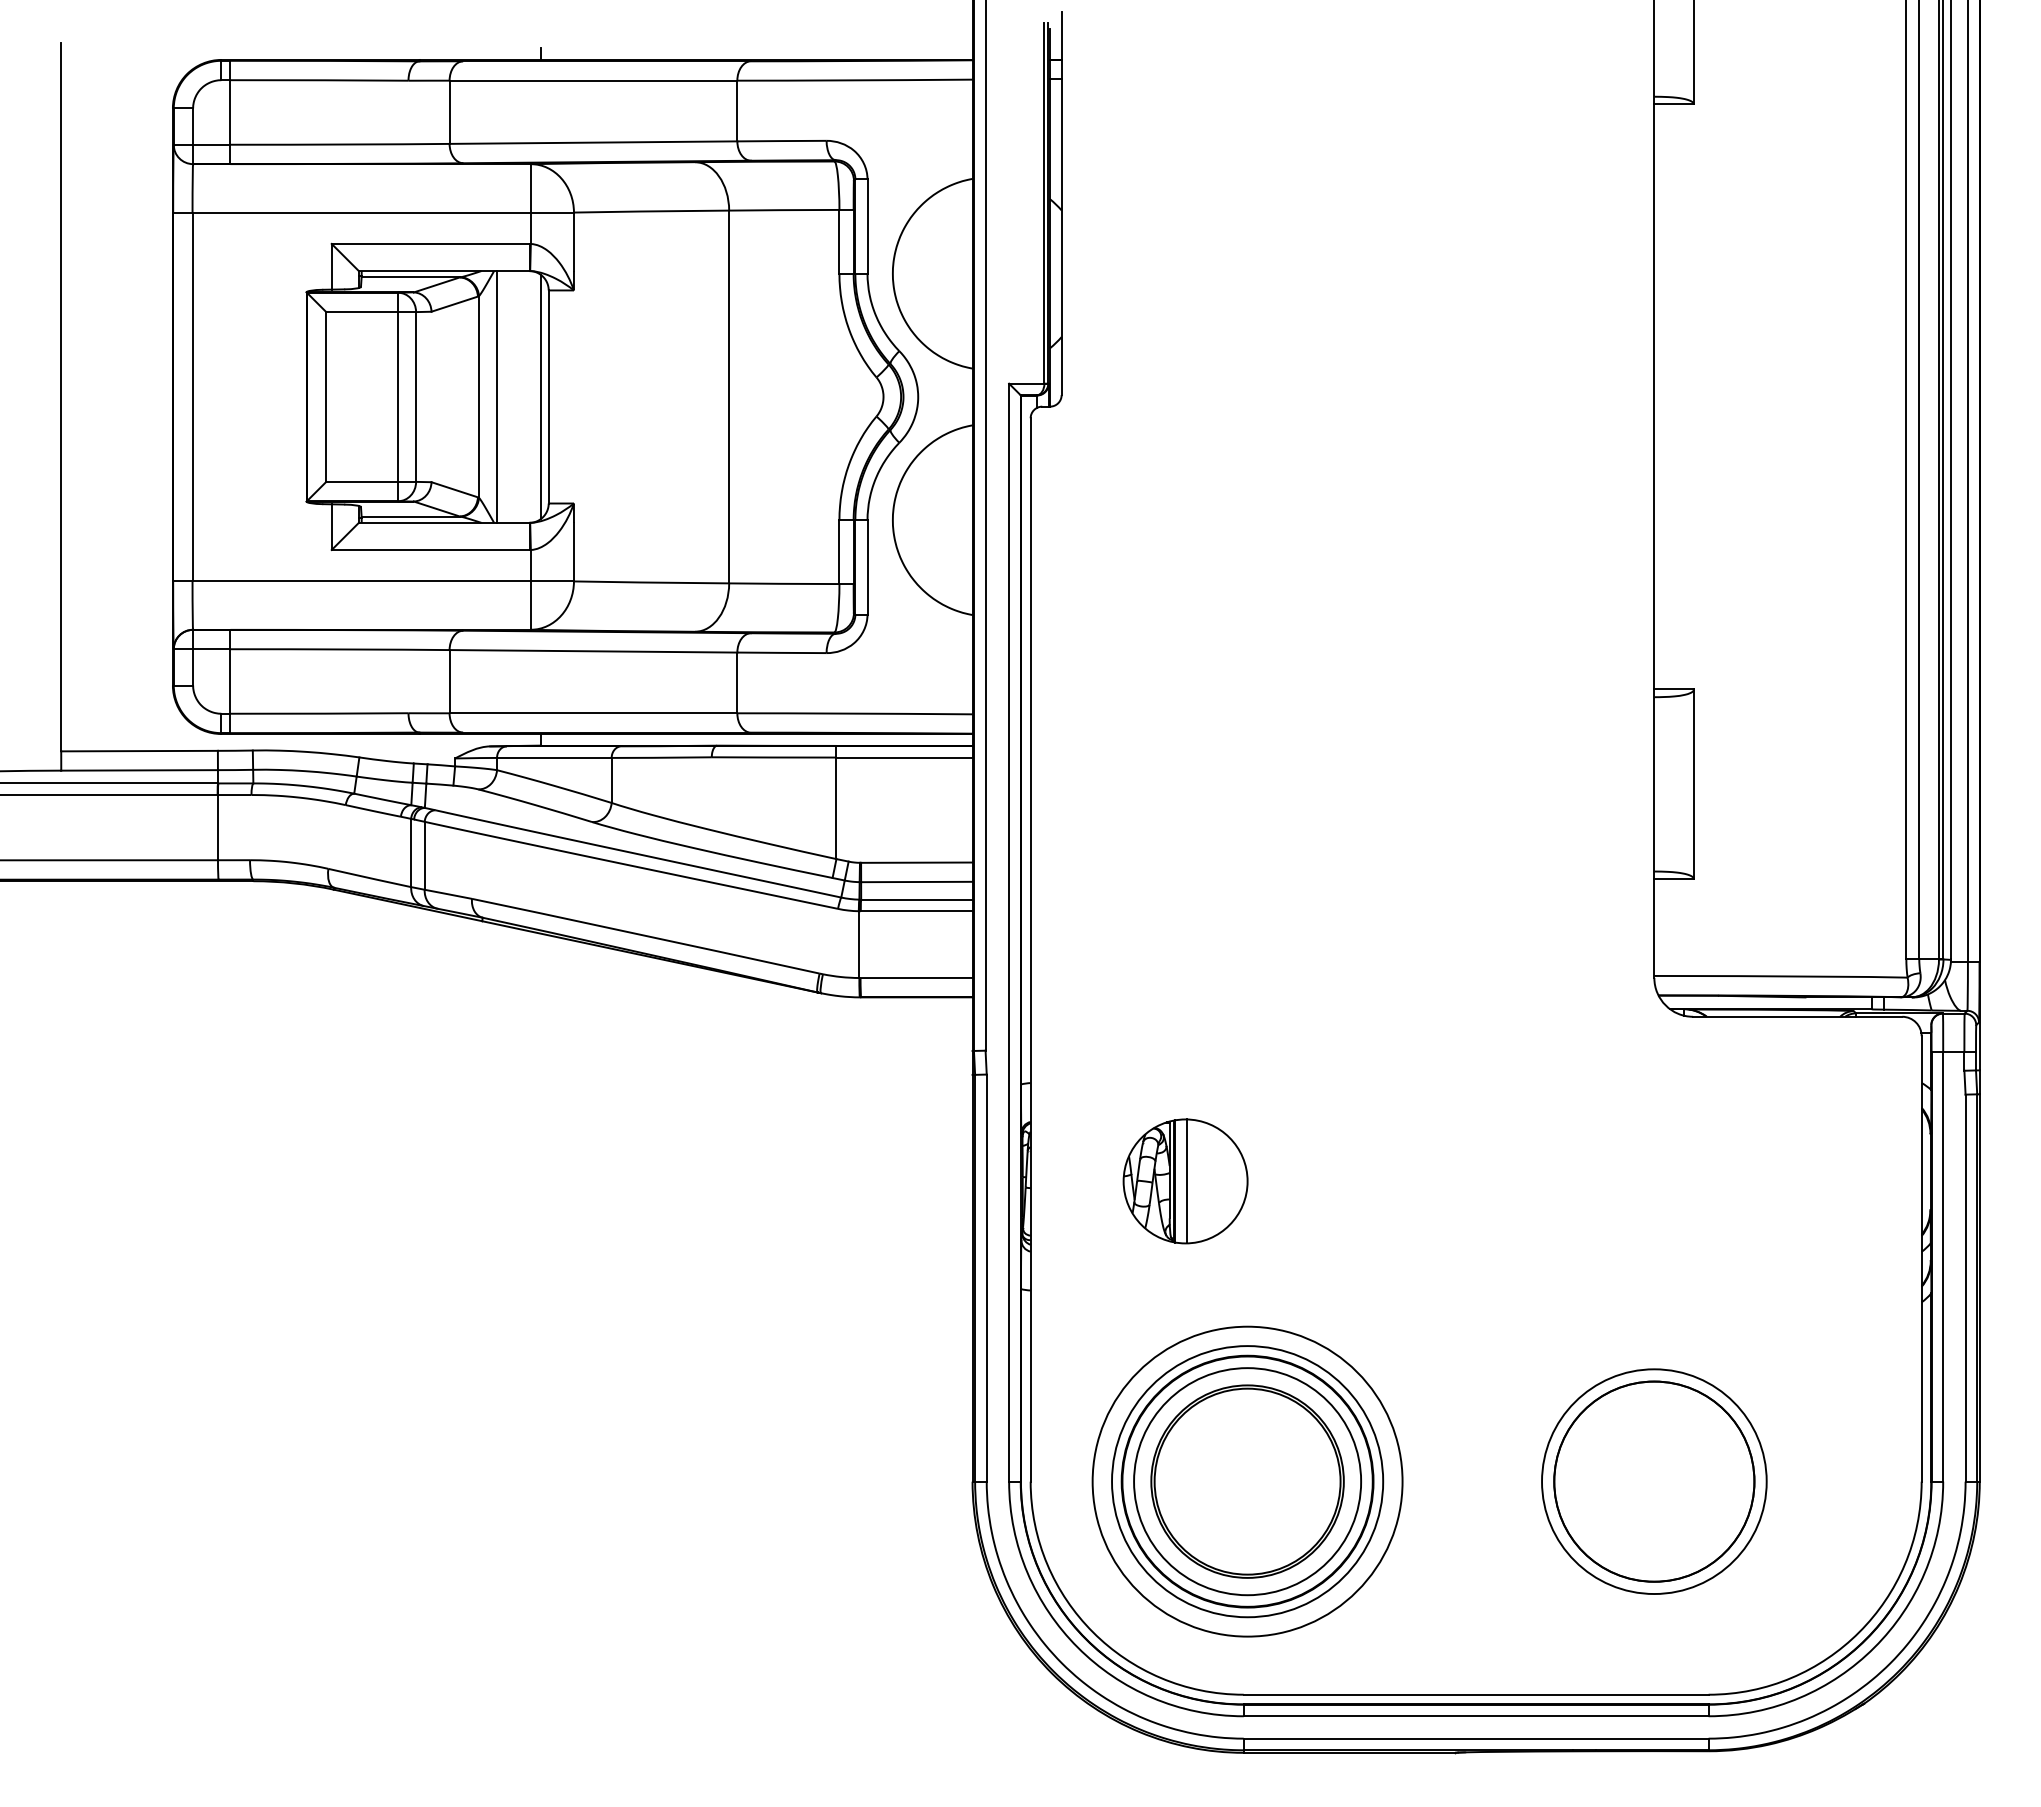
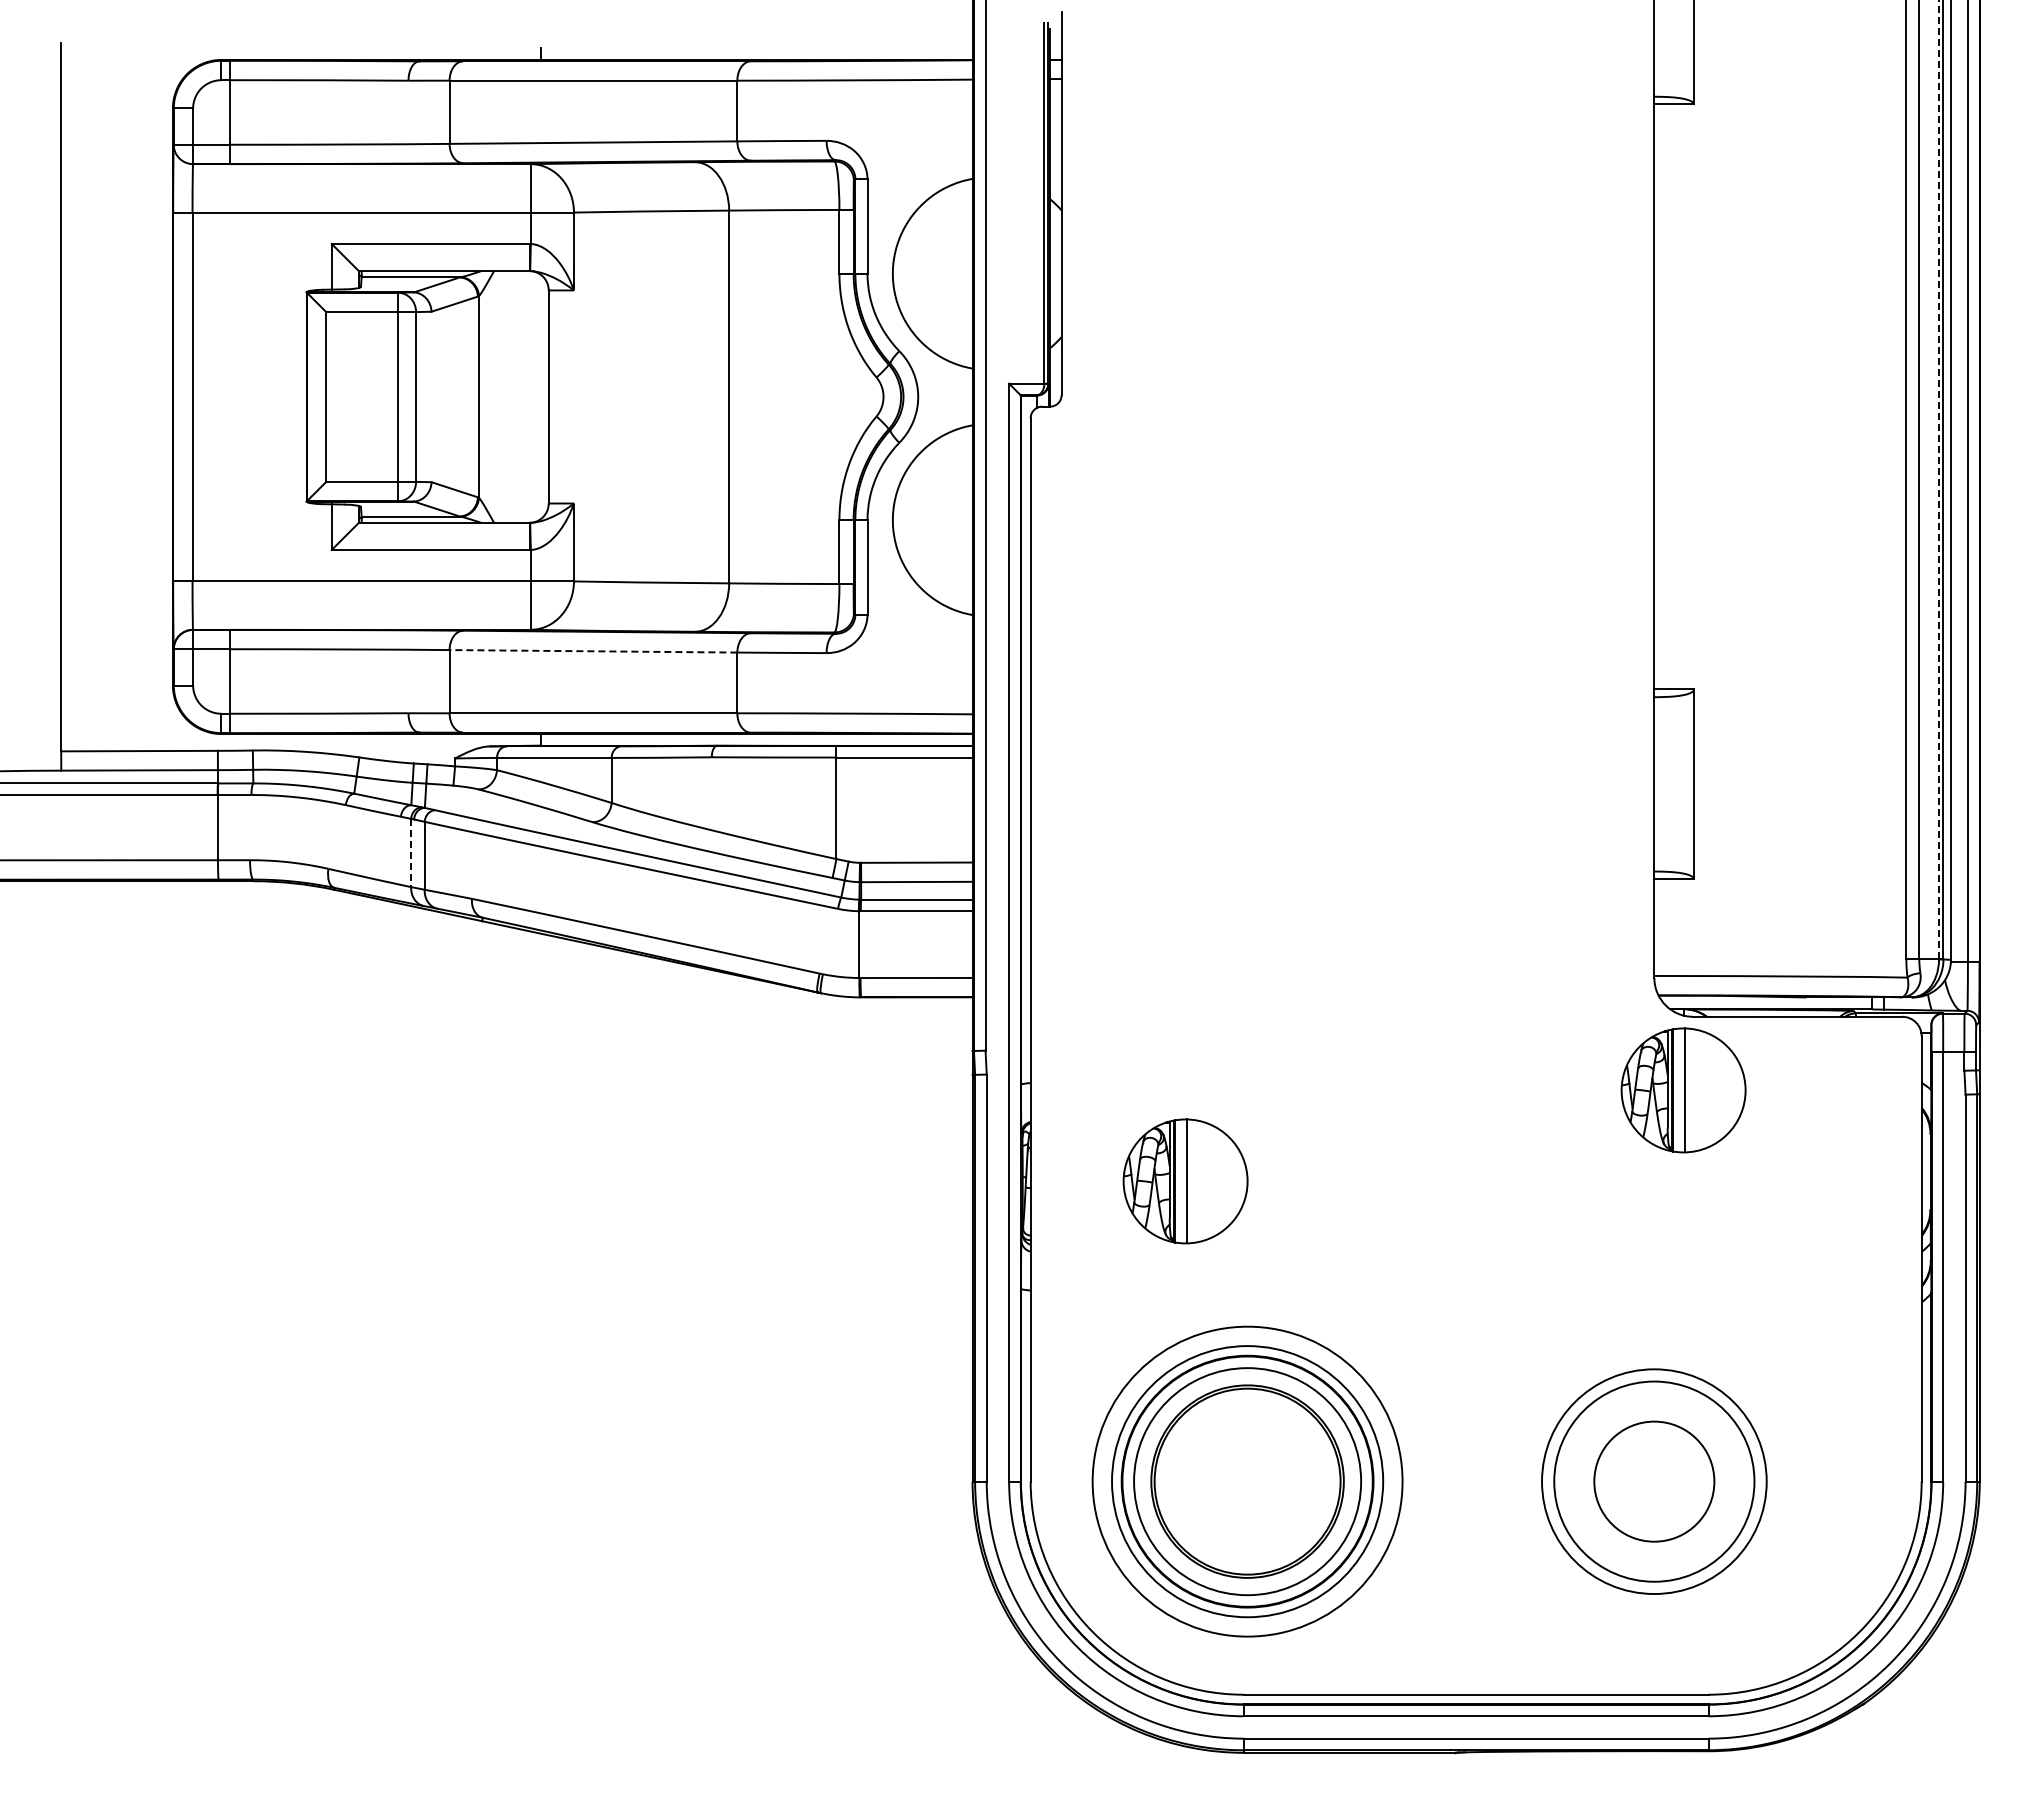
line at (497, 396): present -> none
line at (540, 396): present -> none
line at (1938, 478): solid -> dashed
line at (593, 651): solid -> dashed
line at (411, 853): solid -> dashed
part at (1683, 1090): none -> present
circle at (1654, 1481) diameter: 200 px -> 120 px
